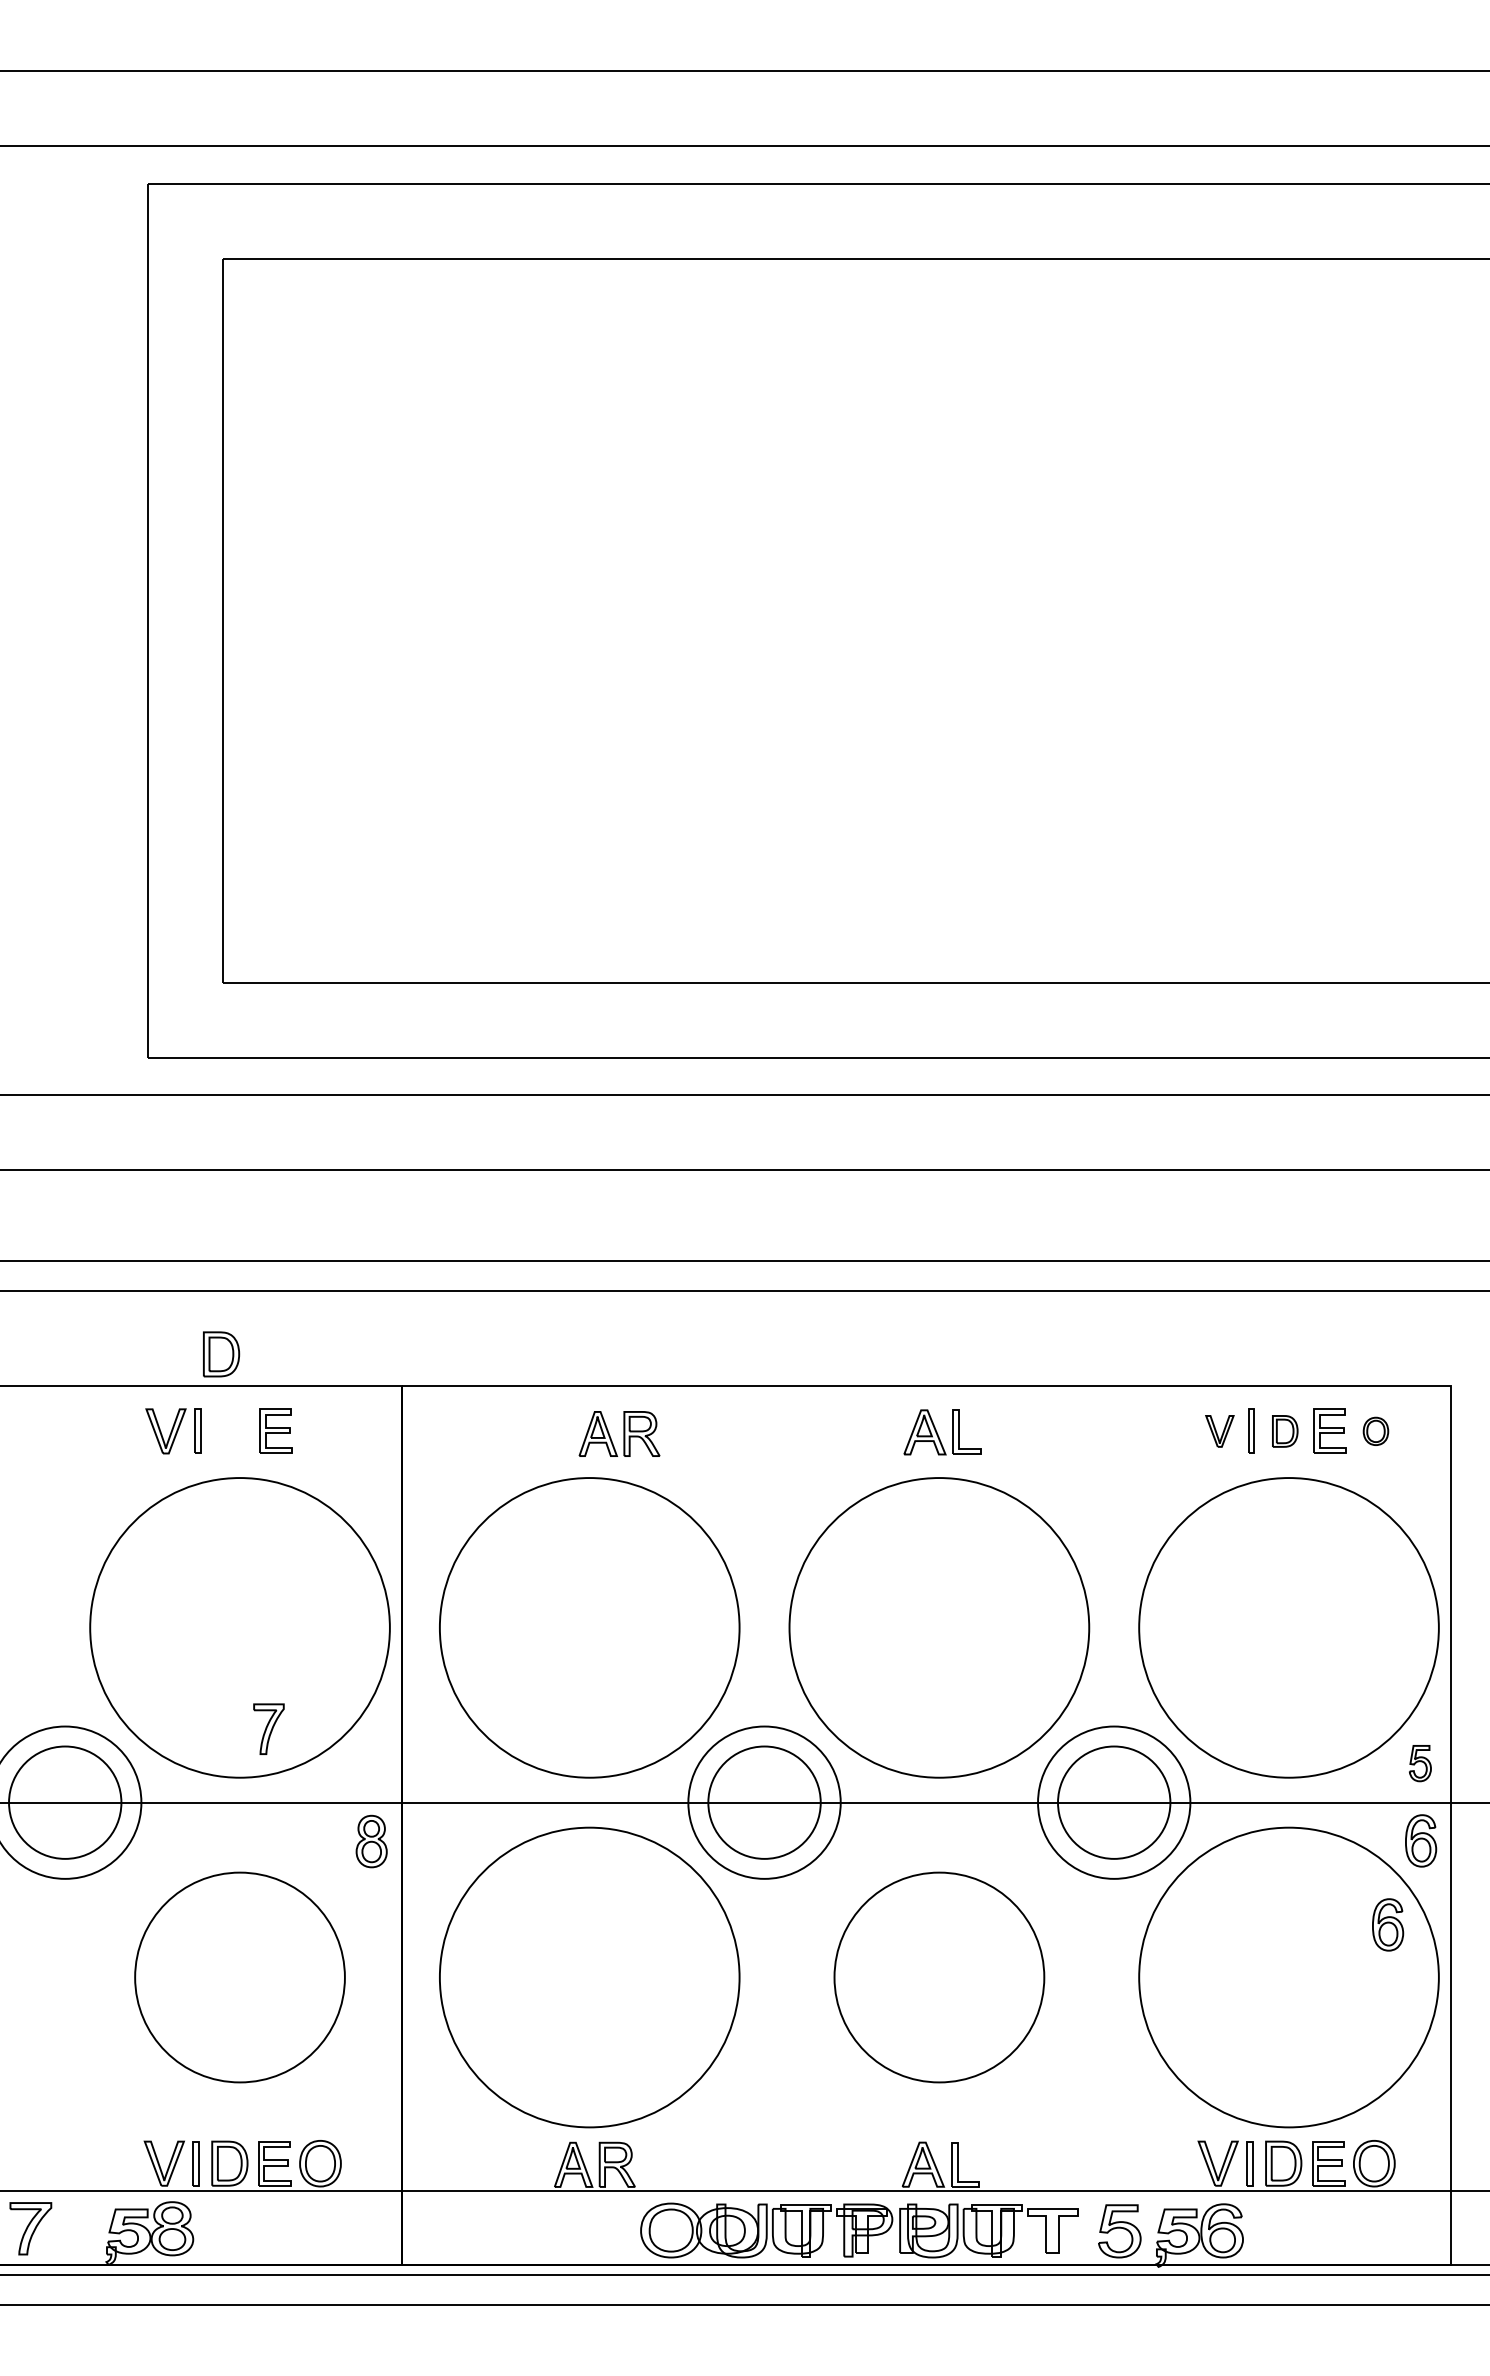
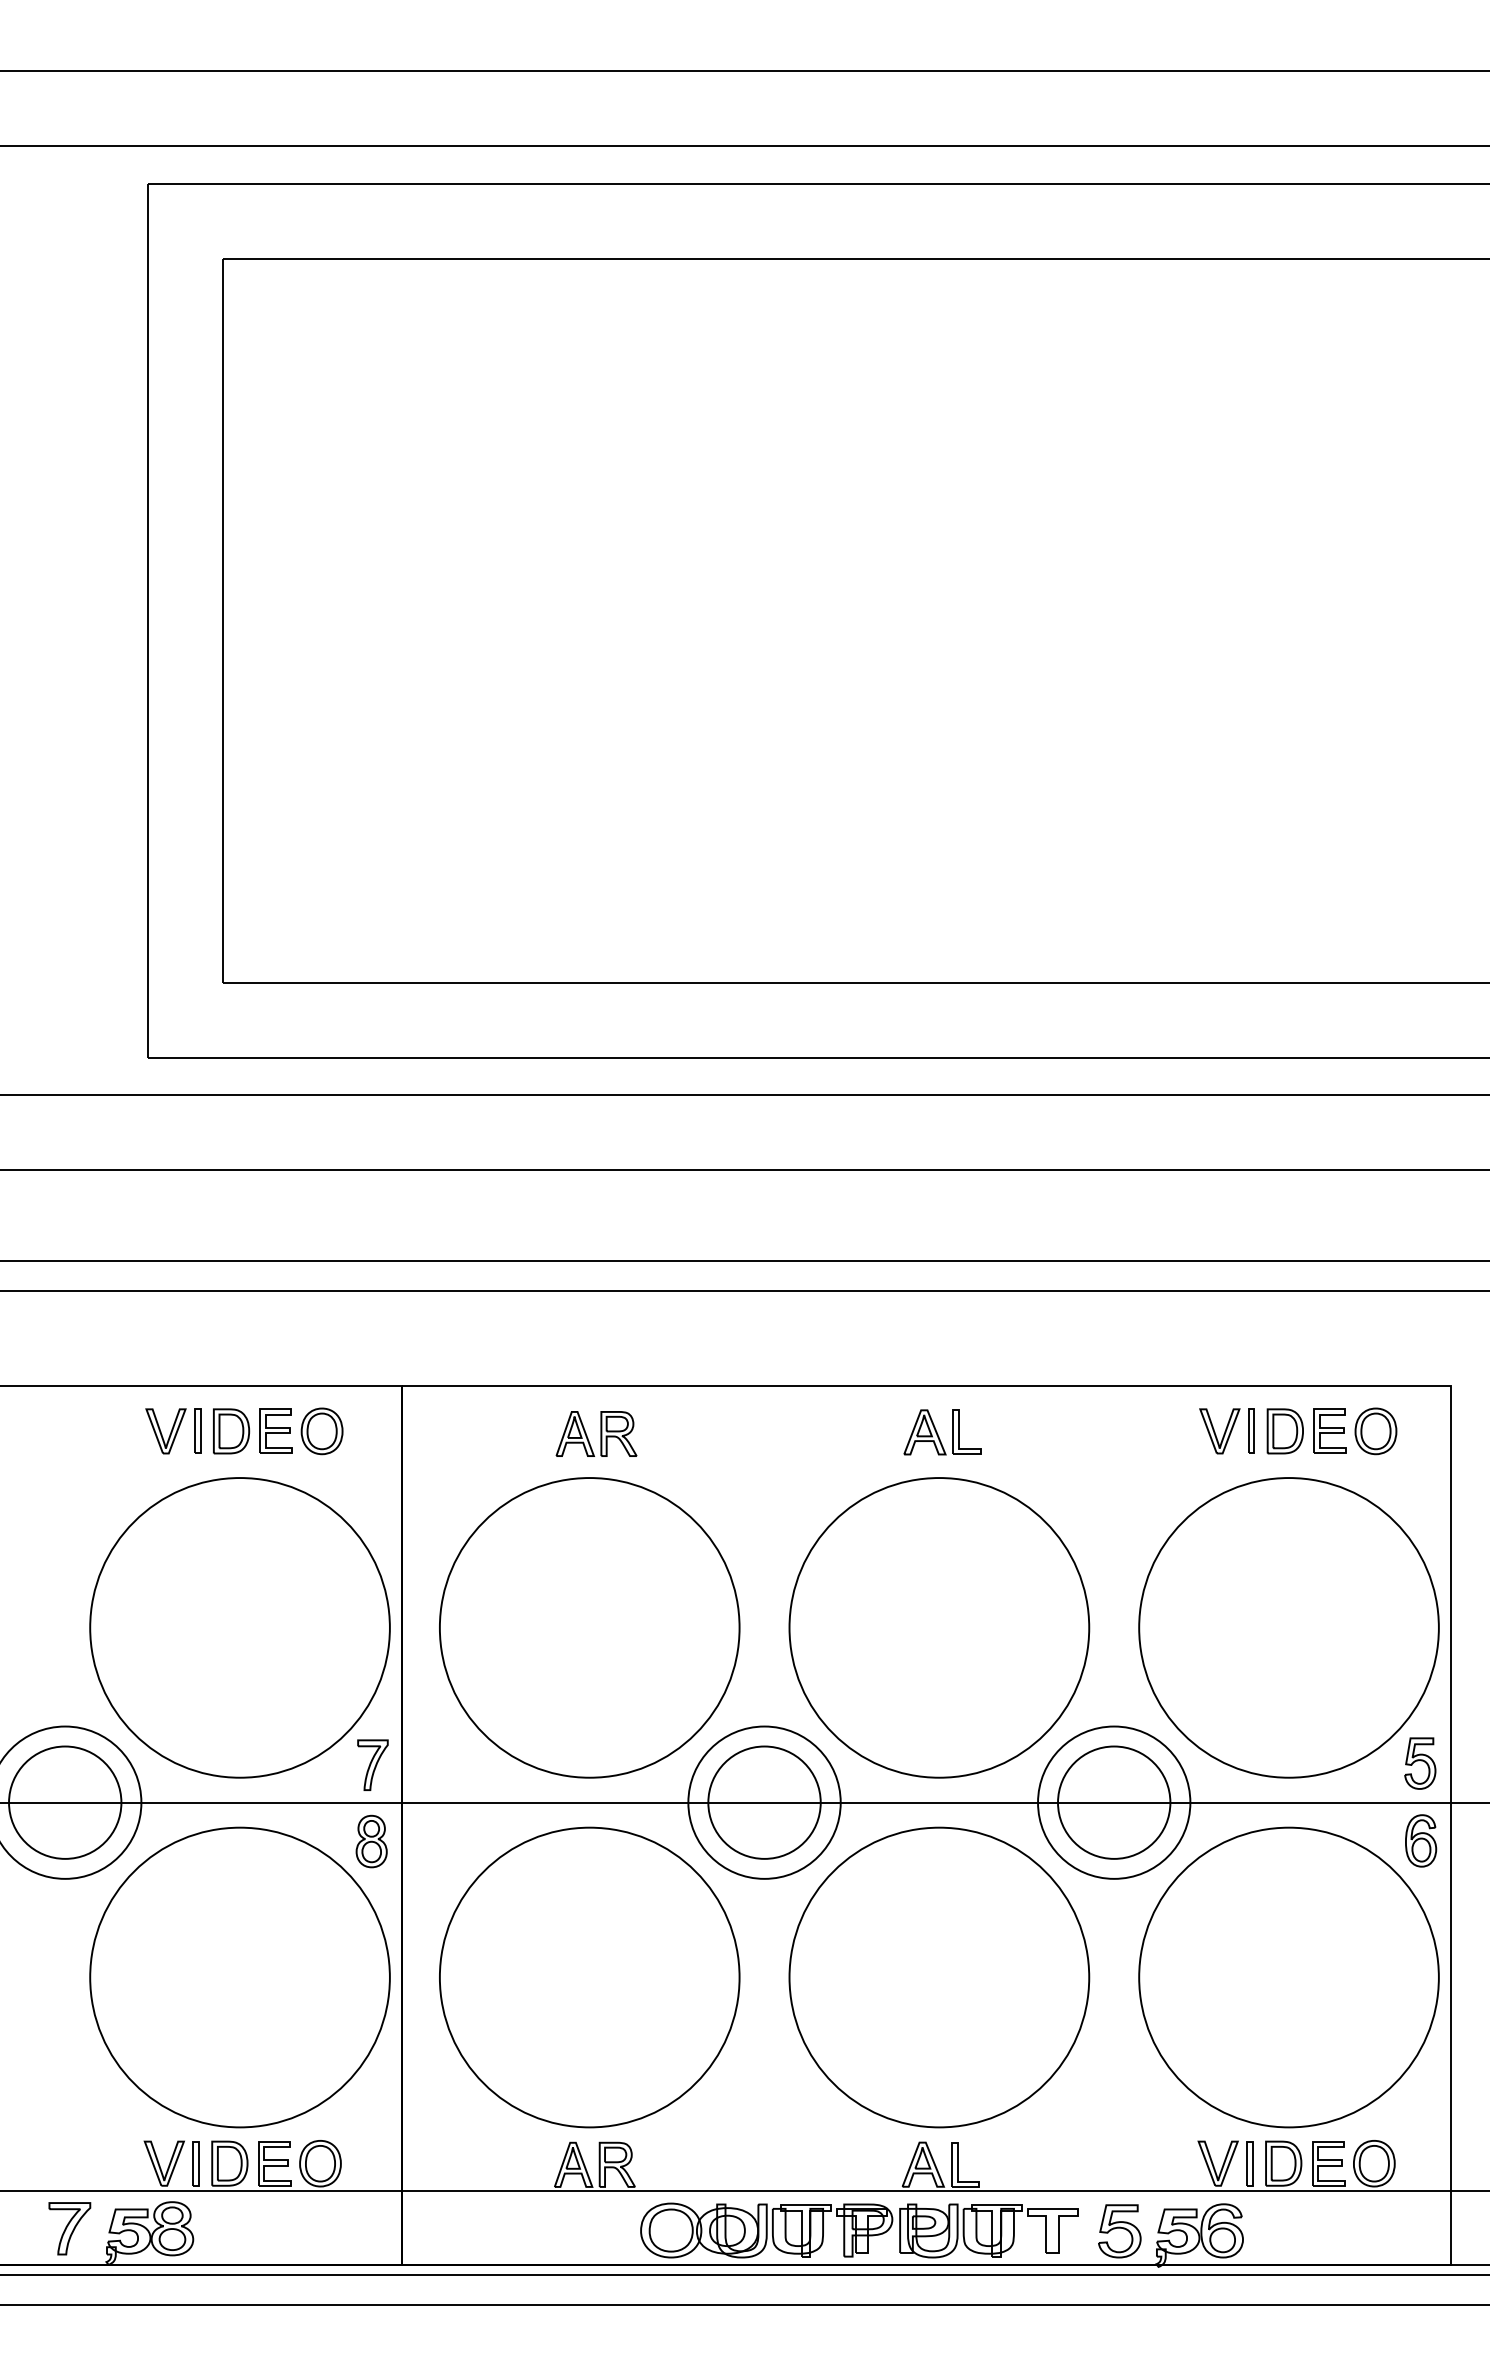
part at (221, 1354) position: (221, 1354) -> (231, 1431)
part at (1375, 1430) size: 28x30 px -> 44x49 px
part at (321, 1431): none -> present
part at (1219, 1431) size: 30x33 px -> 42x47 px
part at (1285, 1431) size: 27x33 px -> 38x47 px
part at (619, 1433) position: (619, 1433) -> (596, 1433)
part at (268, 1728) position: (268, 1728) -> (372, 1764)
part at (1420, 1763) size: 23x38 px -> 33x53 px
part at (1388, 1924): present -> none
part at (239, 1977) size: 212x213 px -> 302x303 px
part at (939, 1977) size: 213x213 px -> 303x303 px
part at (30, 2228) position: (30, 2228) -> (69, 2228)
